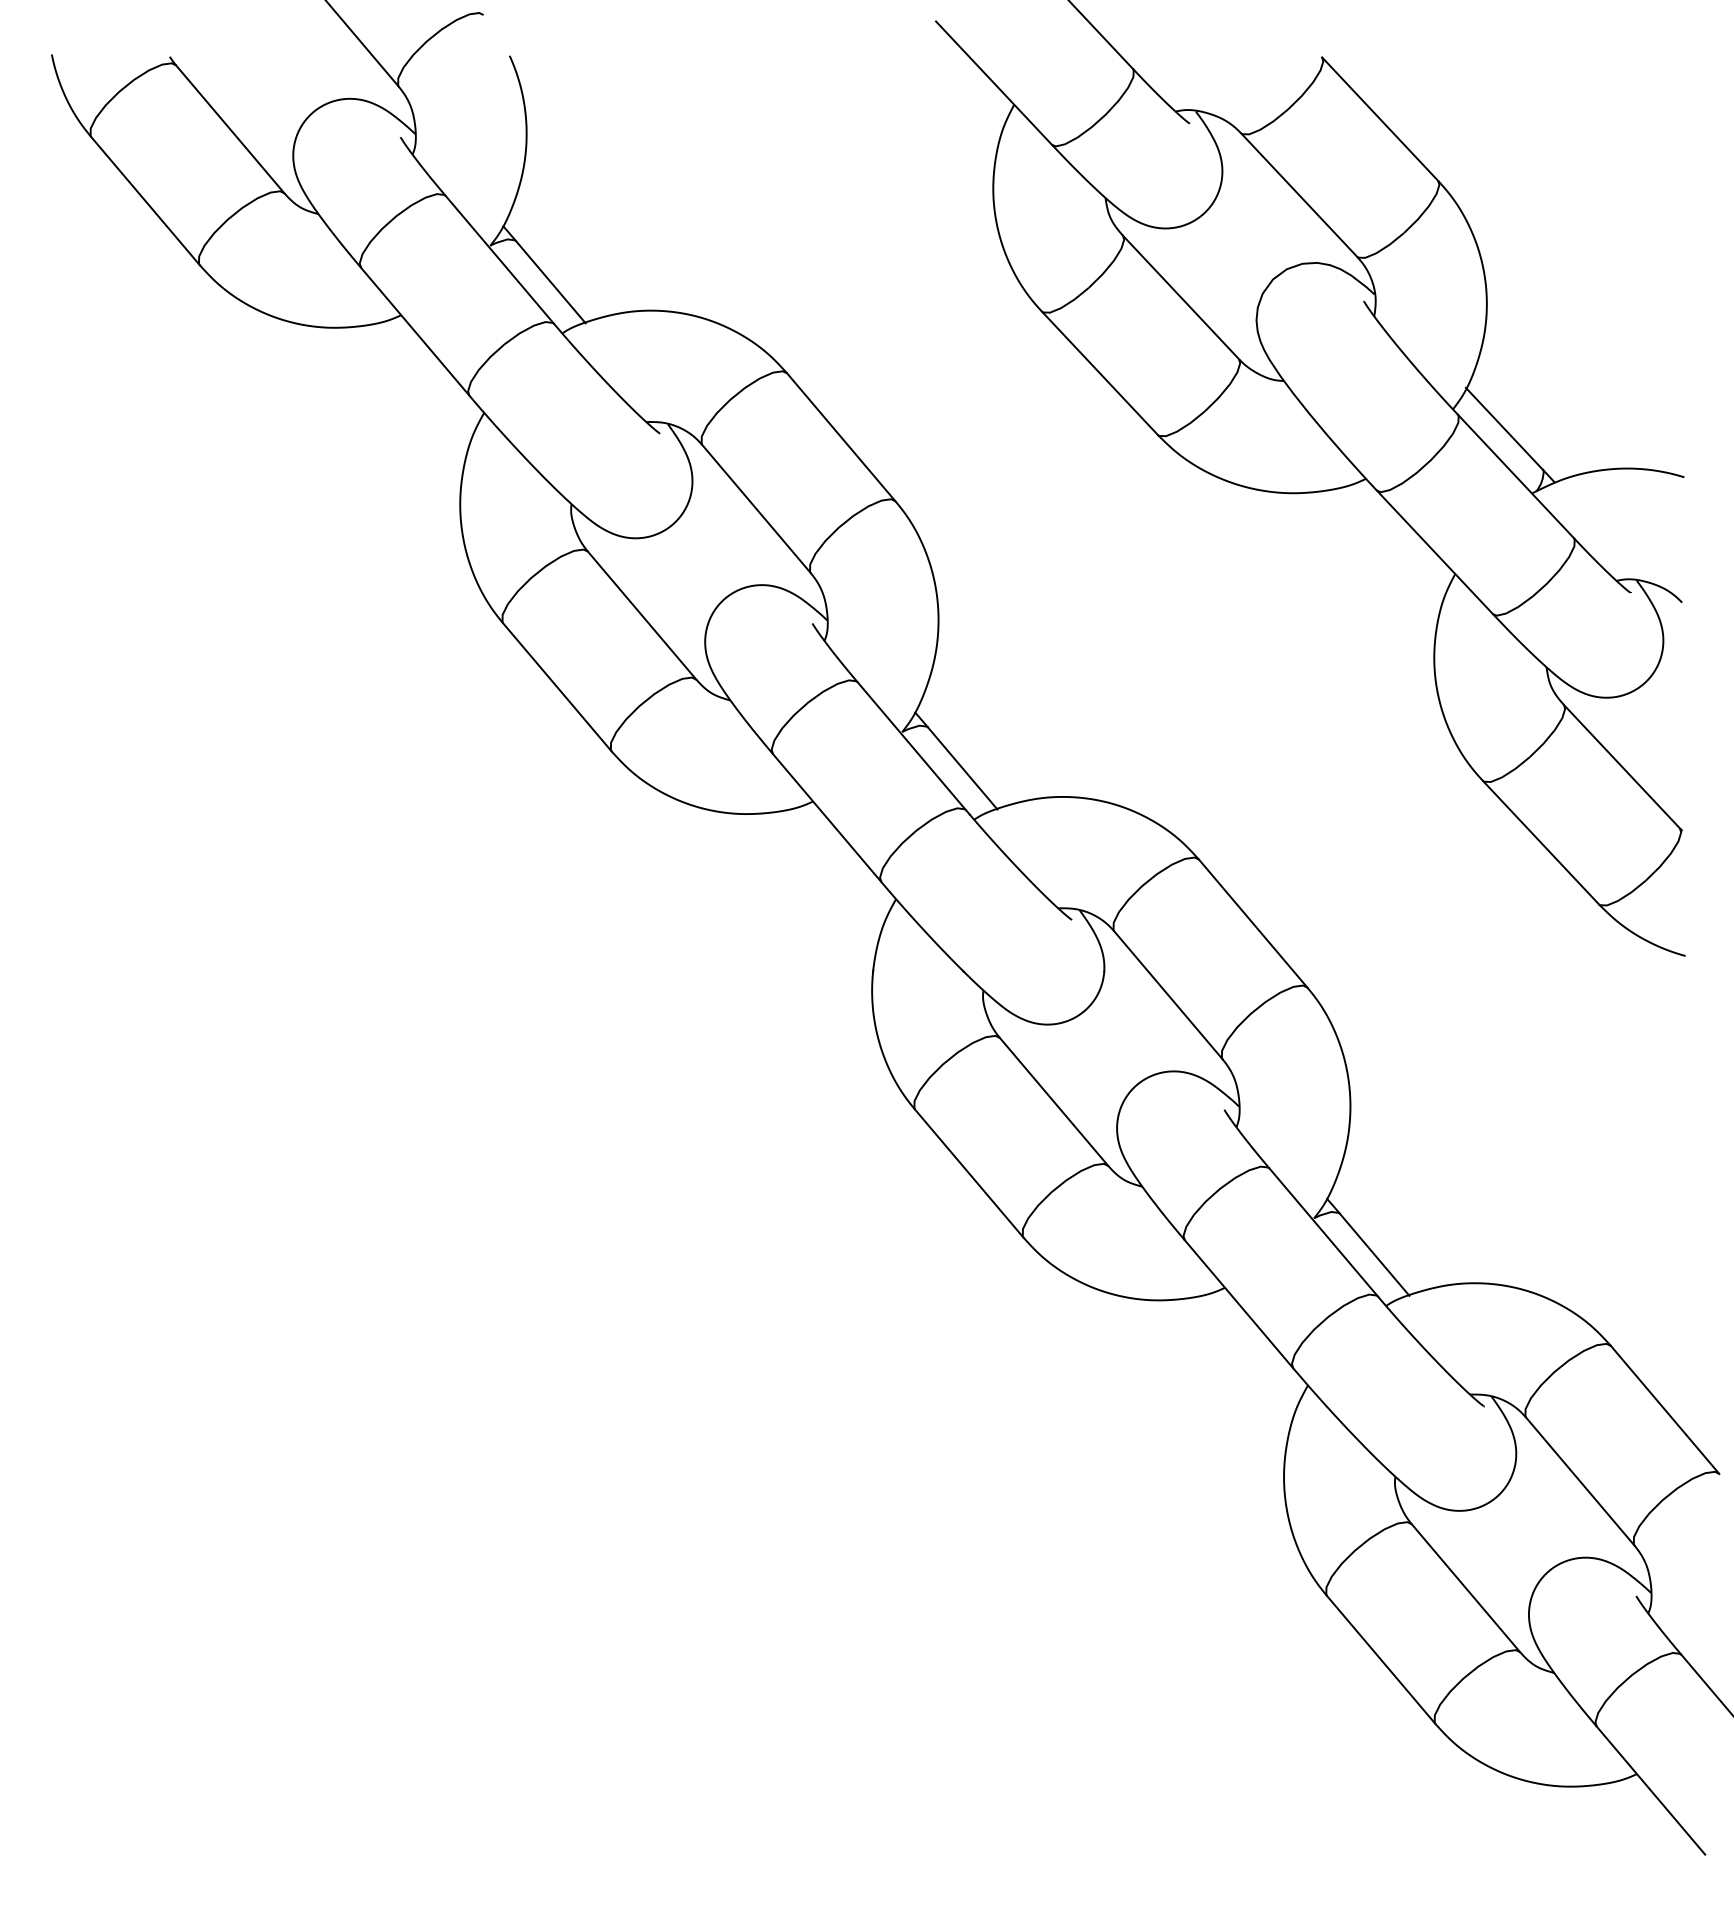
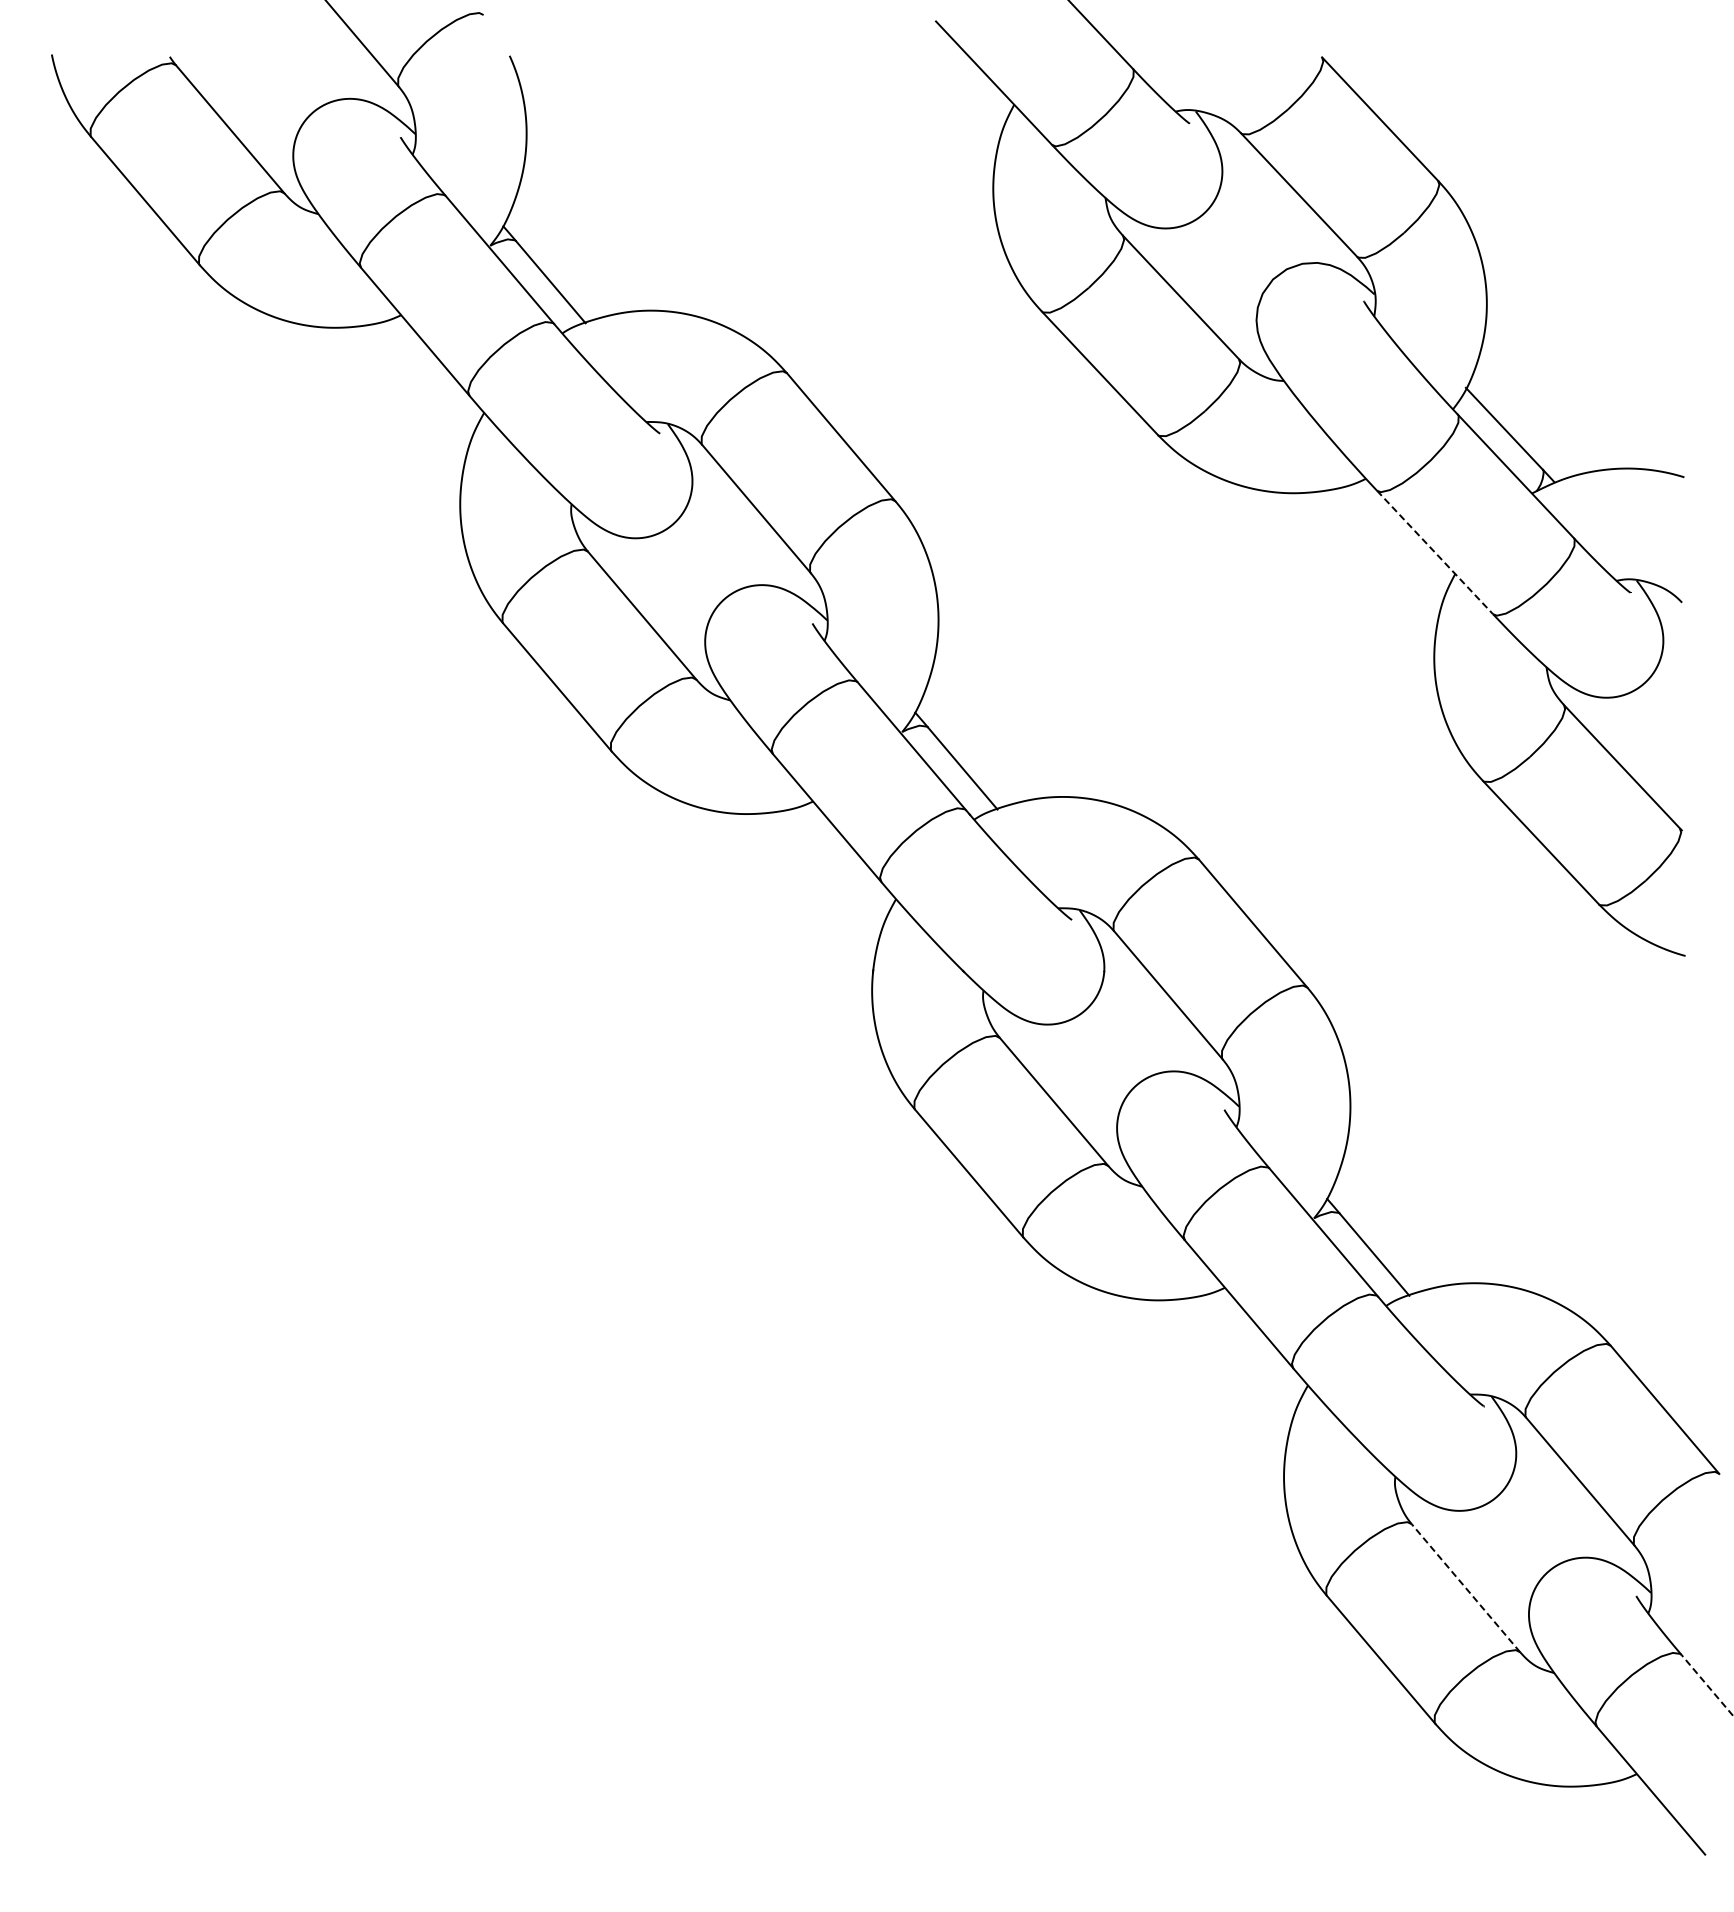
line at (1435, 552): solid -> dashed
line at (1465, 1588): solid -> dashed
line at (1707, 1685): solid -> dashed
